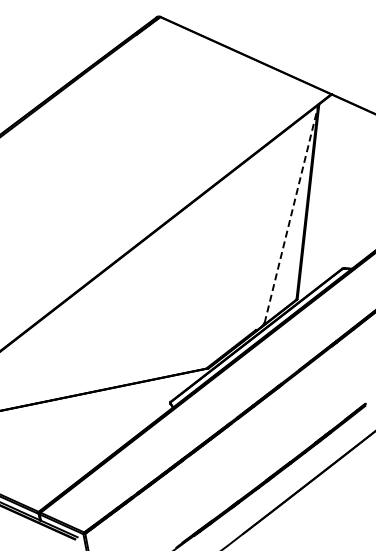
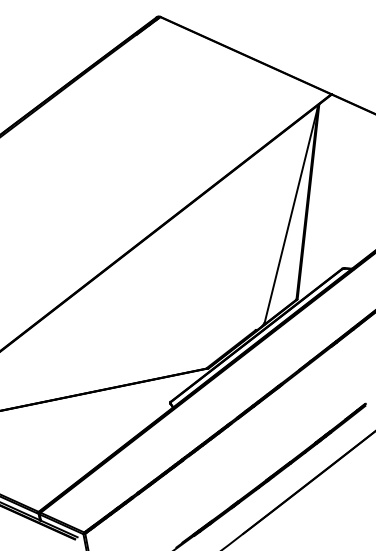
line at (291, 215): dashed -> solid
